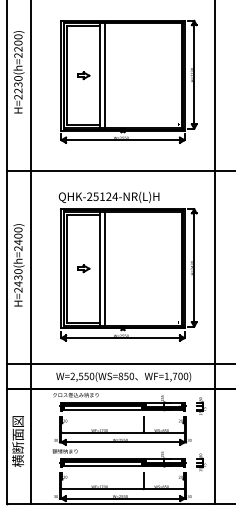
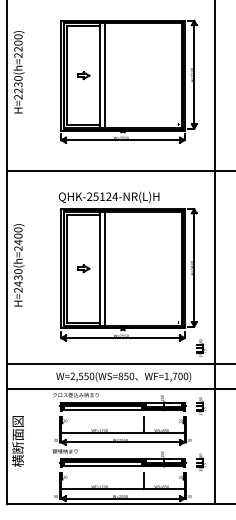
line at (31, 253): present -> none
part at (201, 347): none -> present
